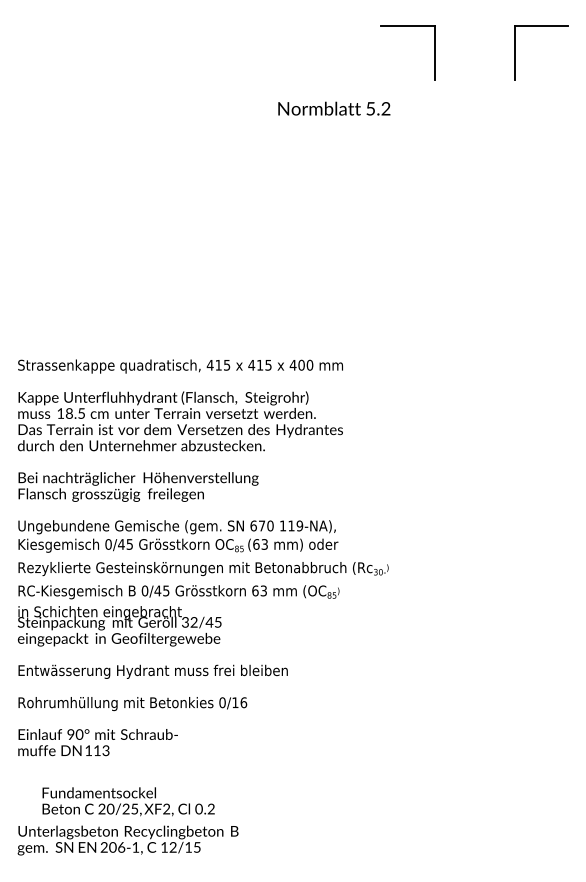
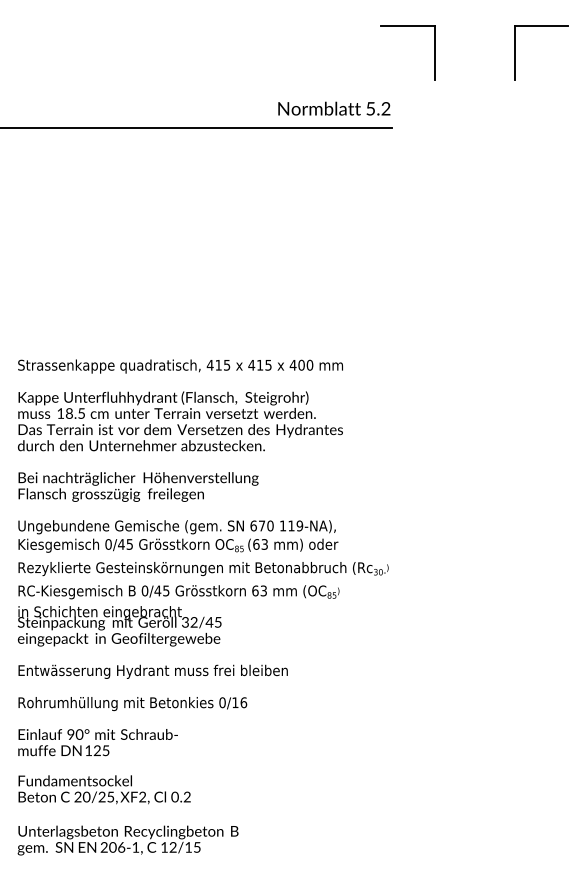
line at (196, 128): none -> present
text at (101, 750): 113 -> 125
text at (128, 801) position: (128, 801) -> (104, 789)
